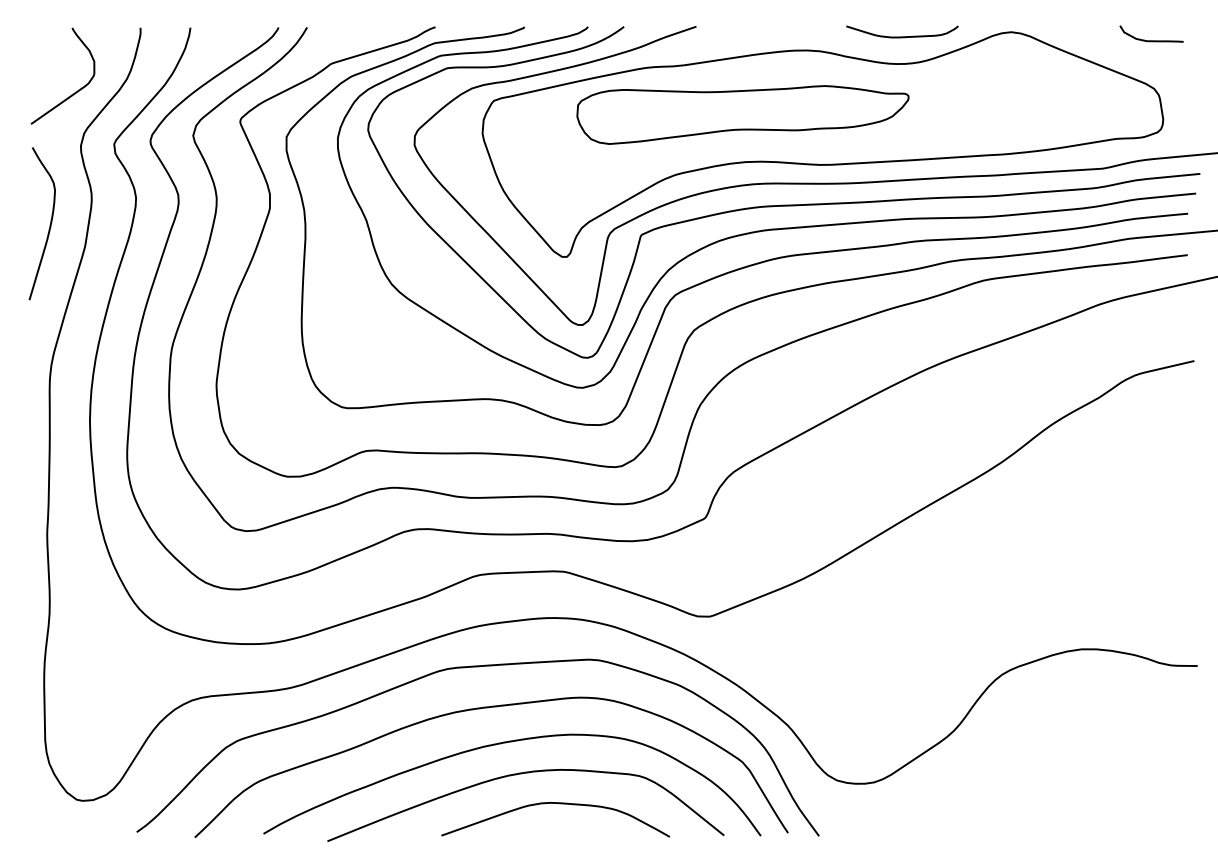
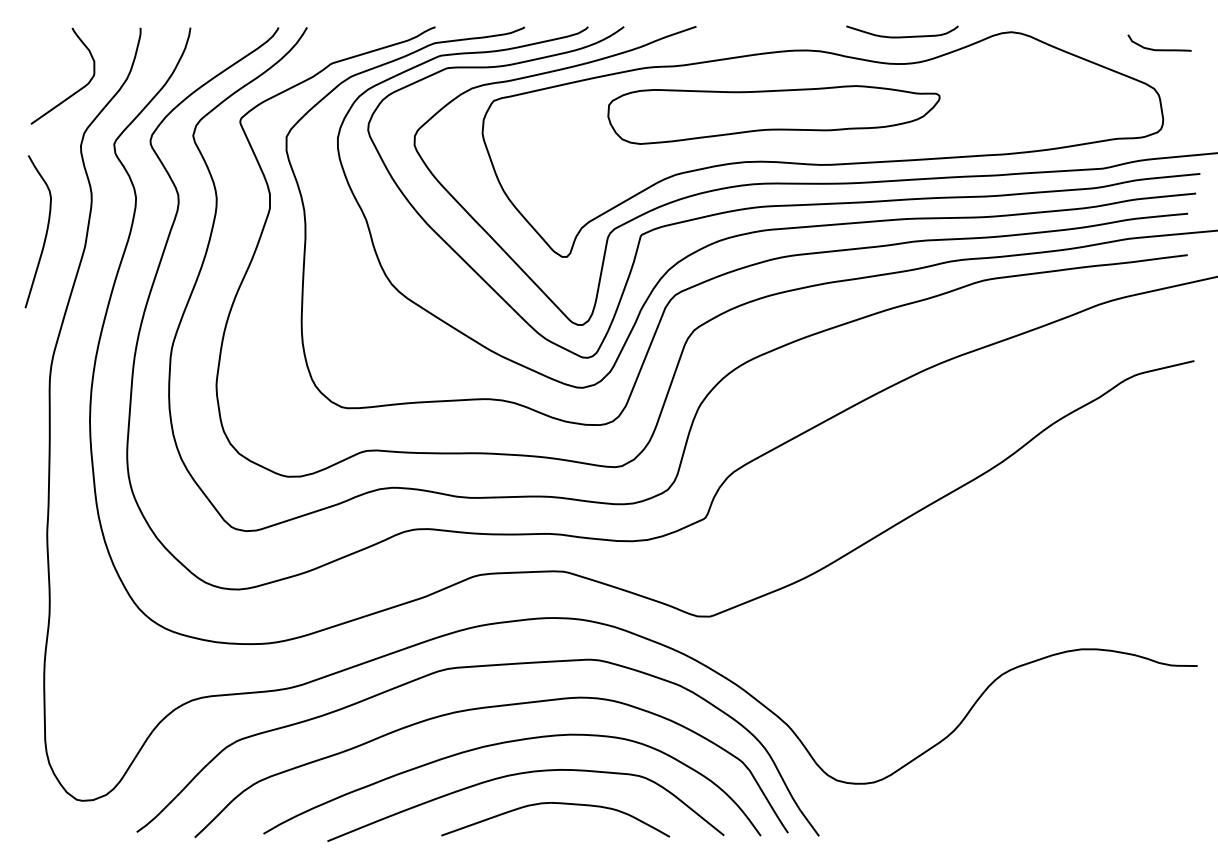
curve at (1151, 40) position: (1151, 40) -> (1159, 49)
part at (742, 114) position: (742, 114) -> (773, 114)
curve at (49, 225) position: (49, 225) -> (45, 233)
